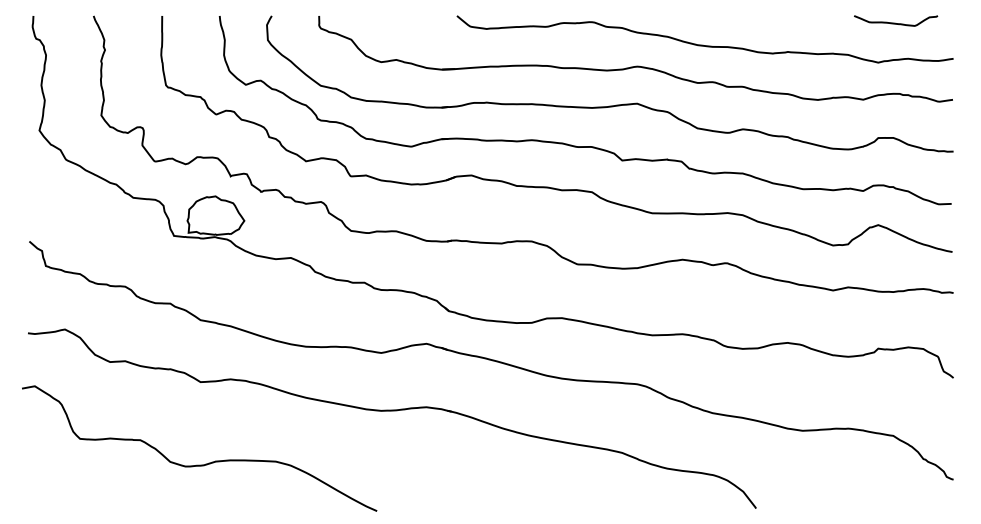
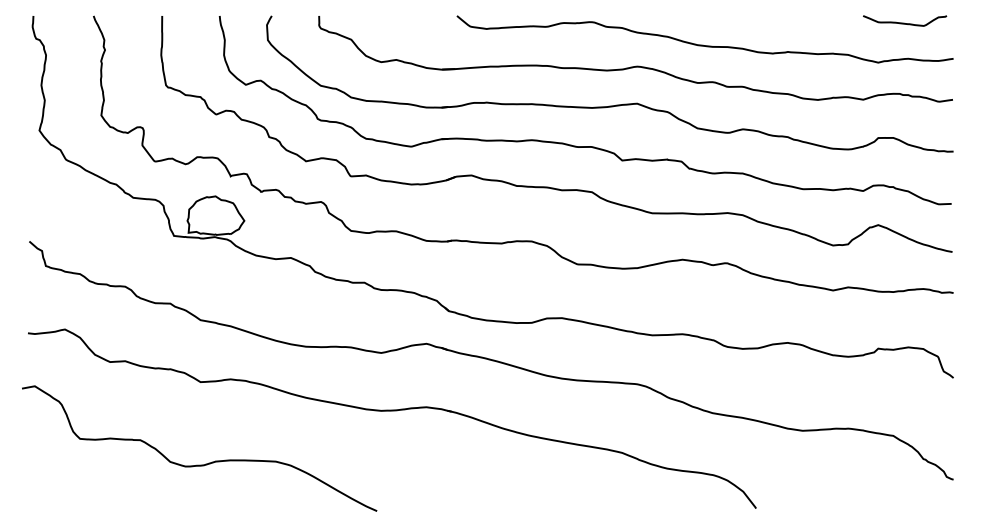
curve at (895, 22) position: (895, 22) -> (904, 22)
